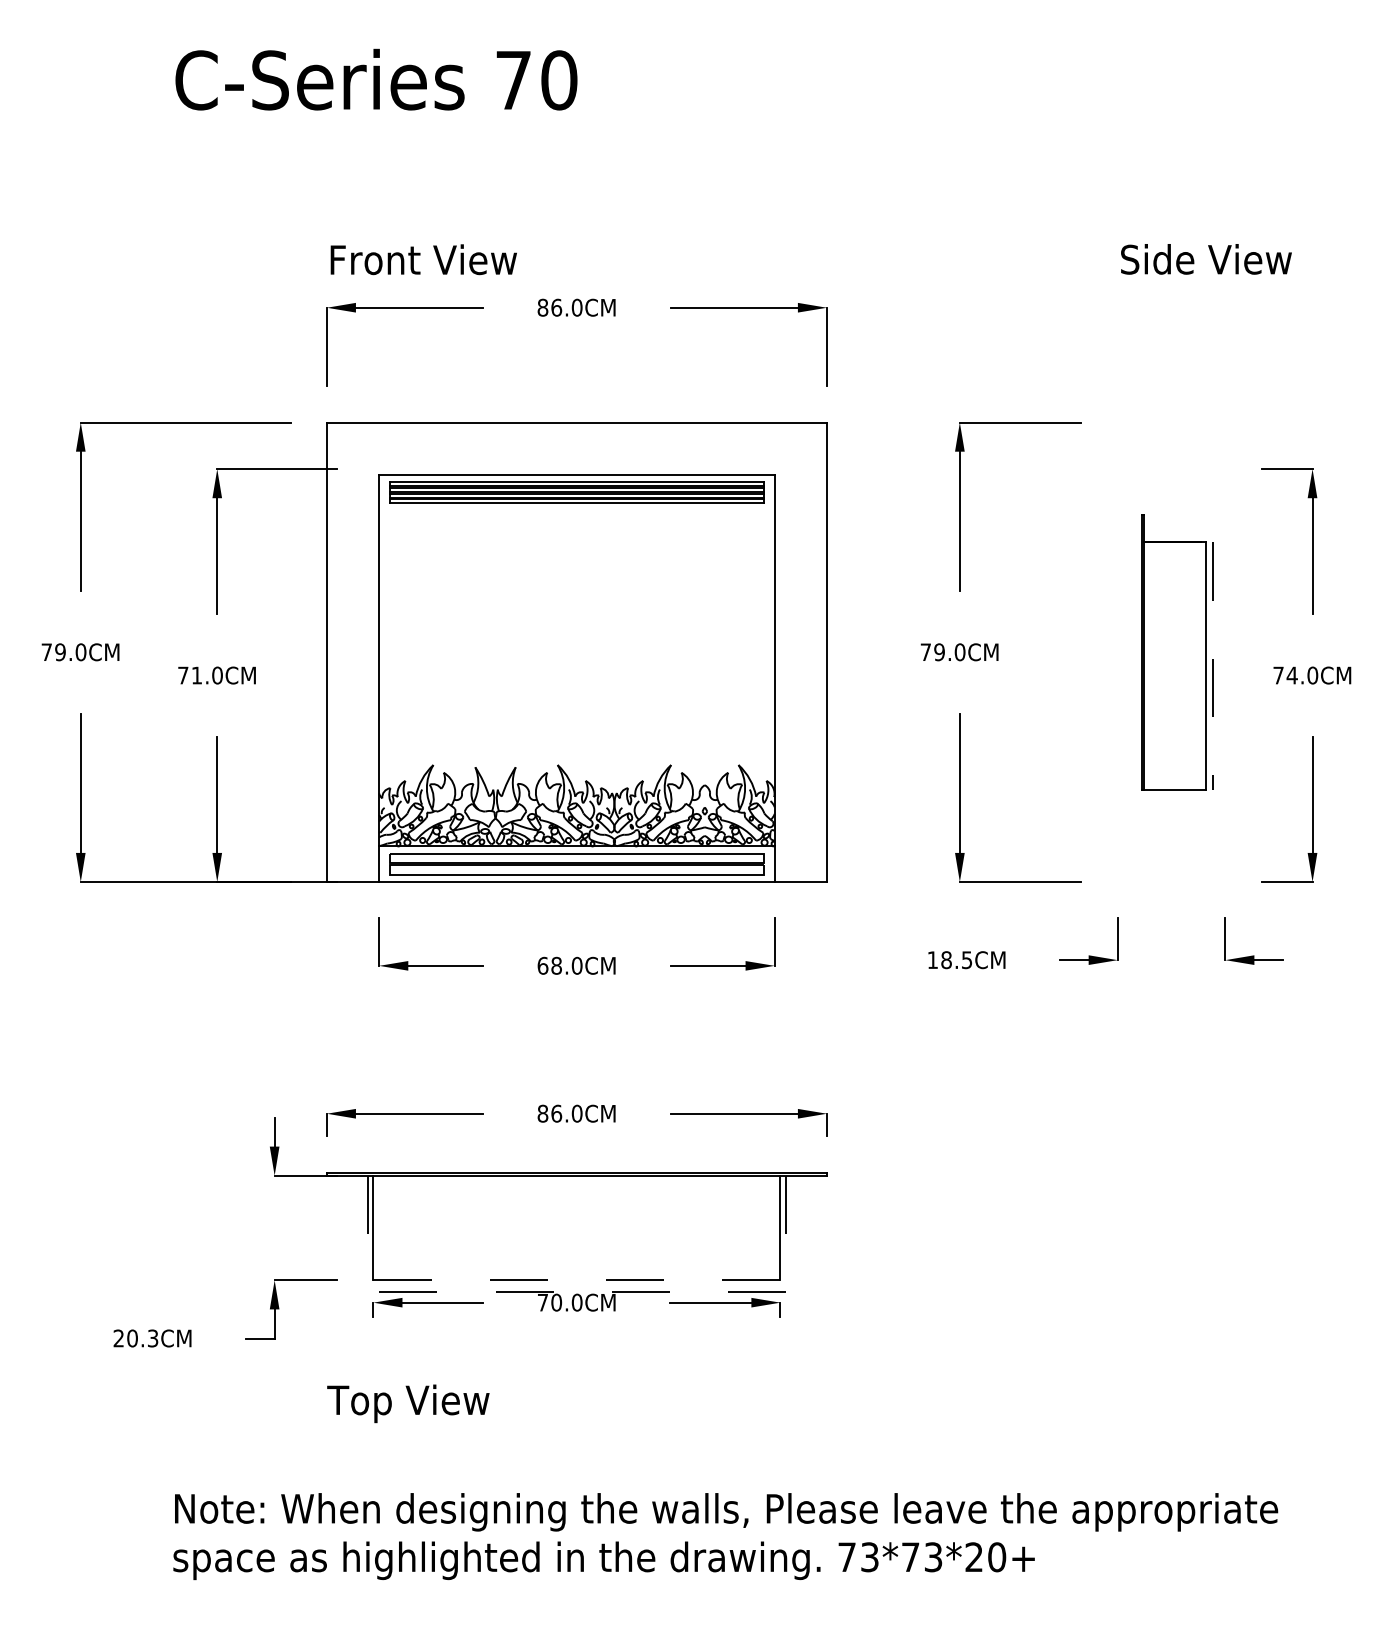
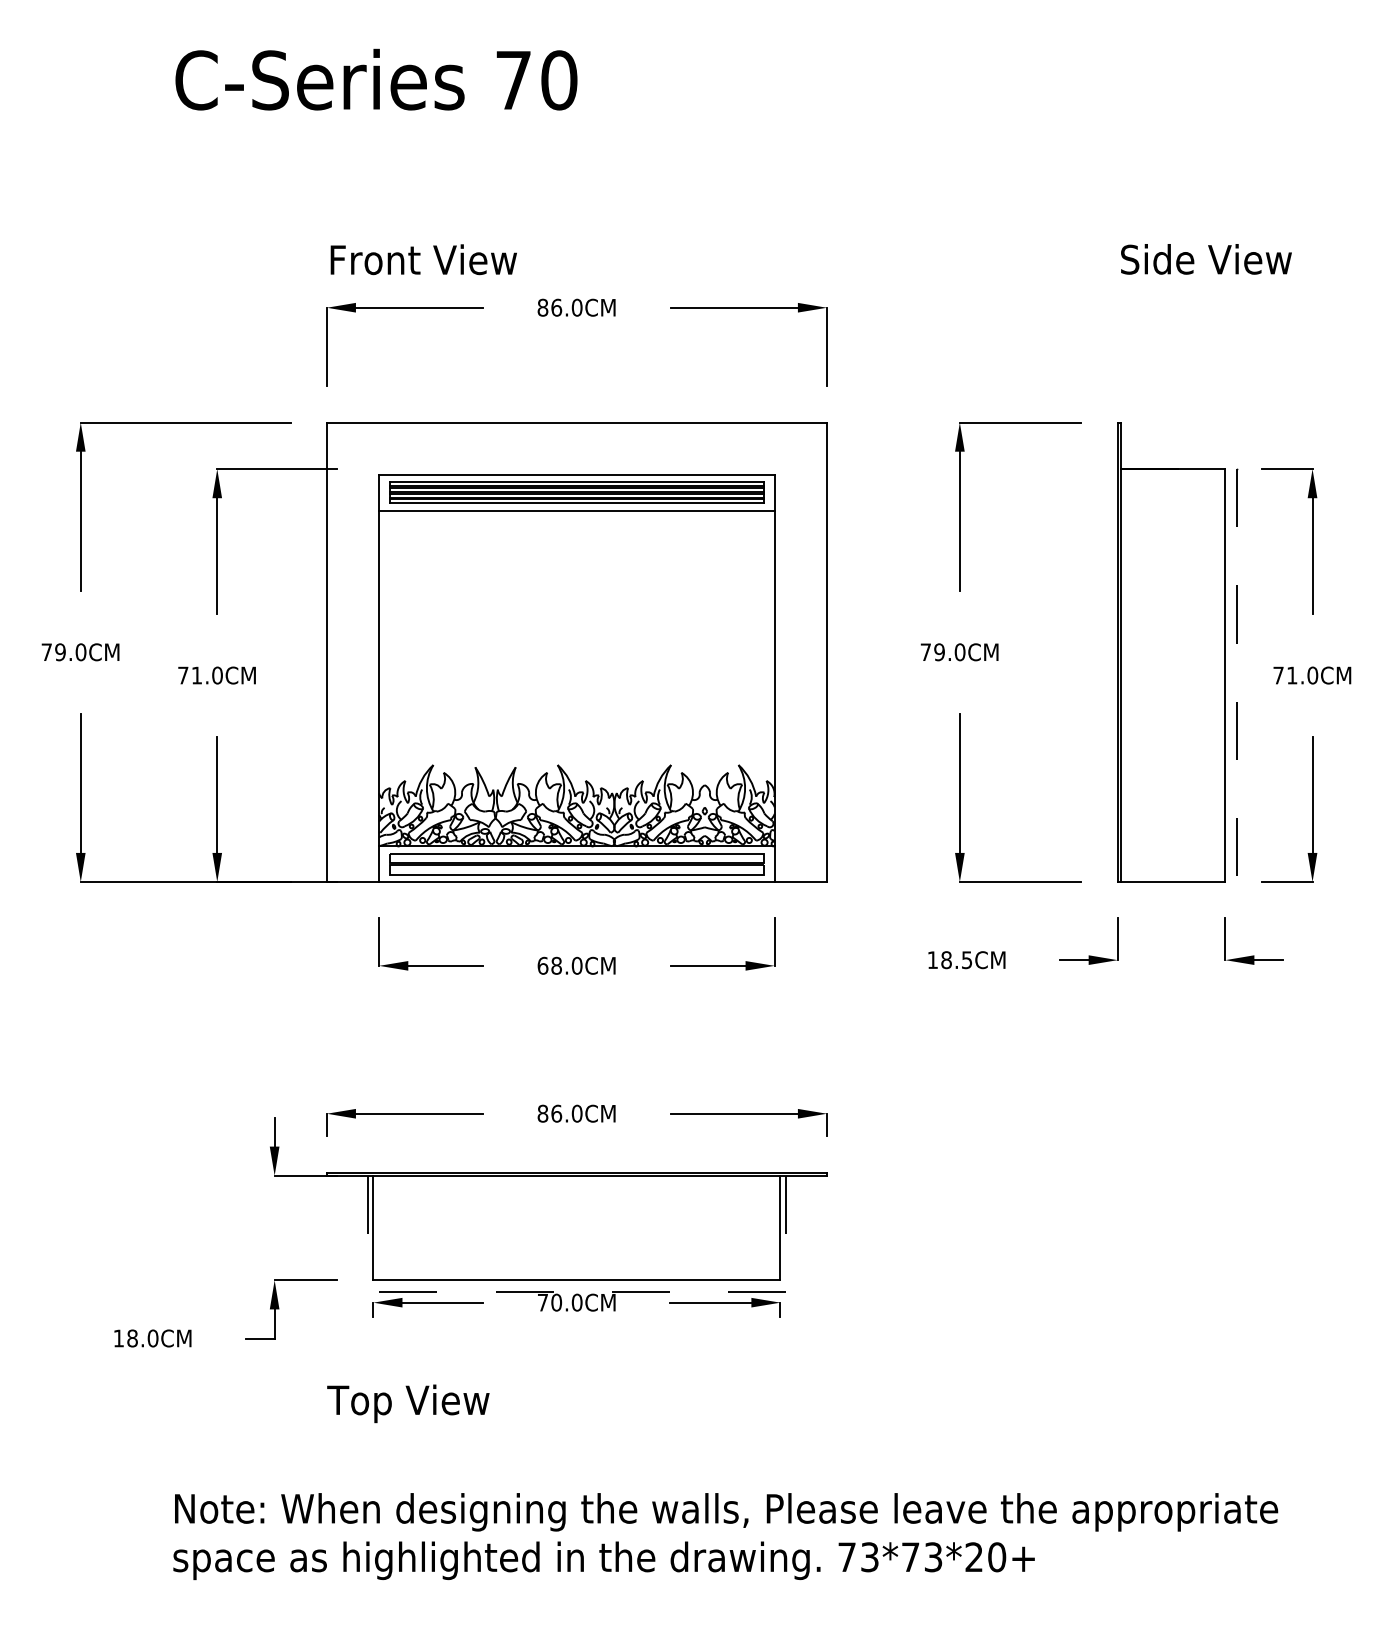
line at (576, 510): none -> present
part at (1177, 652) size: 73x277 px -> 122x461 px
text at (1291, 675): 74.0CM -> 71.0CM
line at (576, 1280): dashed -> solid
text at (135, 1338): 20.3CM -> 18.0CM
